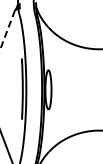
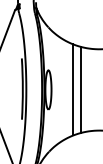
line at (7, 30): dashed -> solid
line at (73, 89): none -> present
line at (80, 89): none -> present
